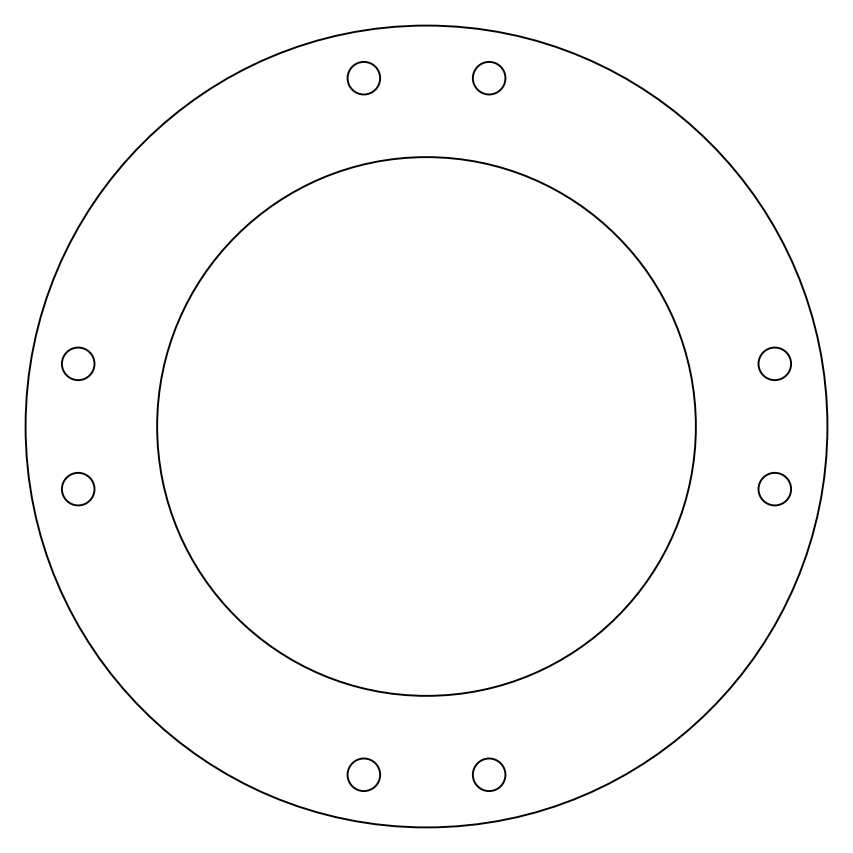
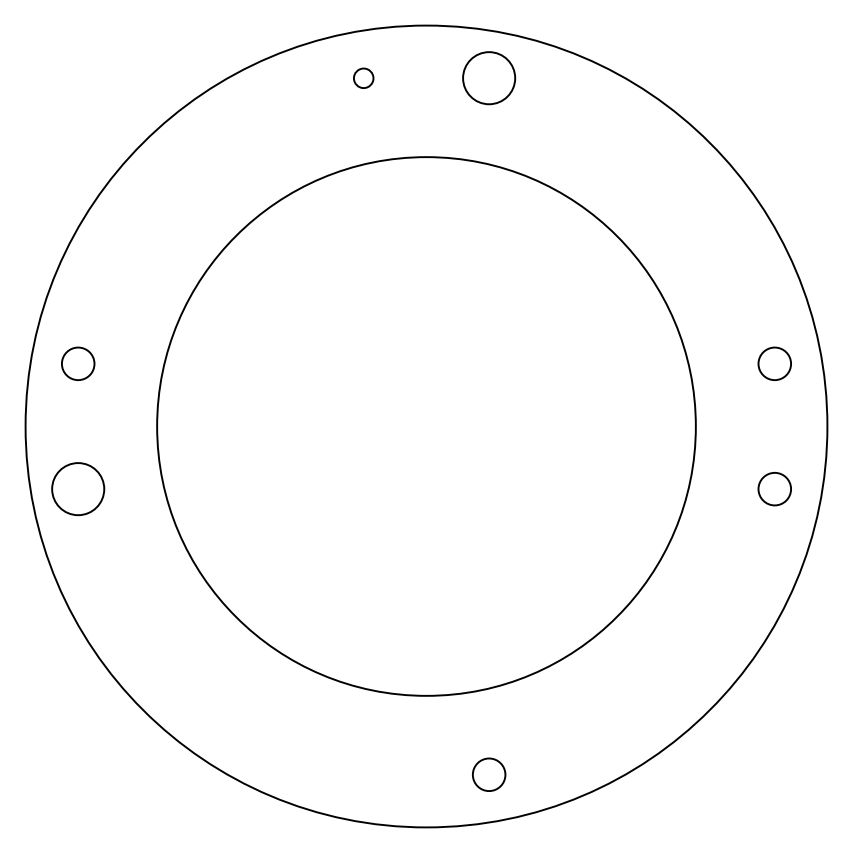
circle at (488, 77) diameter: 33 px -> 52 px
circle at (363, 78) size: 35x35 px -> 22x22 px
circle at (77, 488) diameter: 33 px -> 52 px
circle at (363, 774): present -> none
